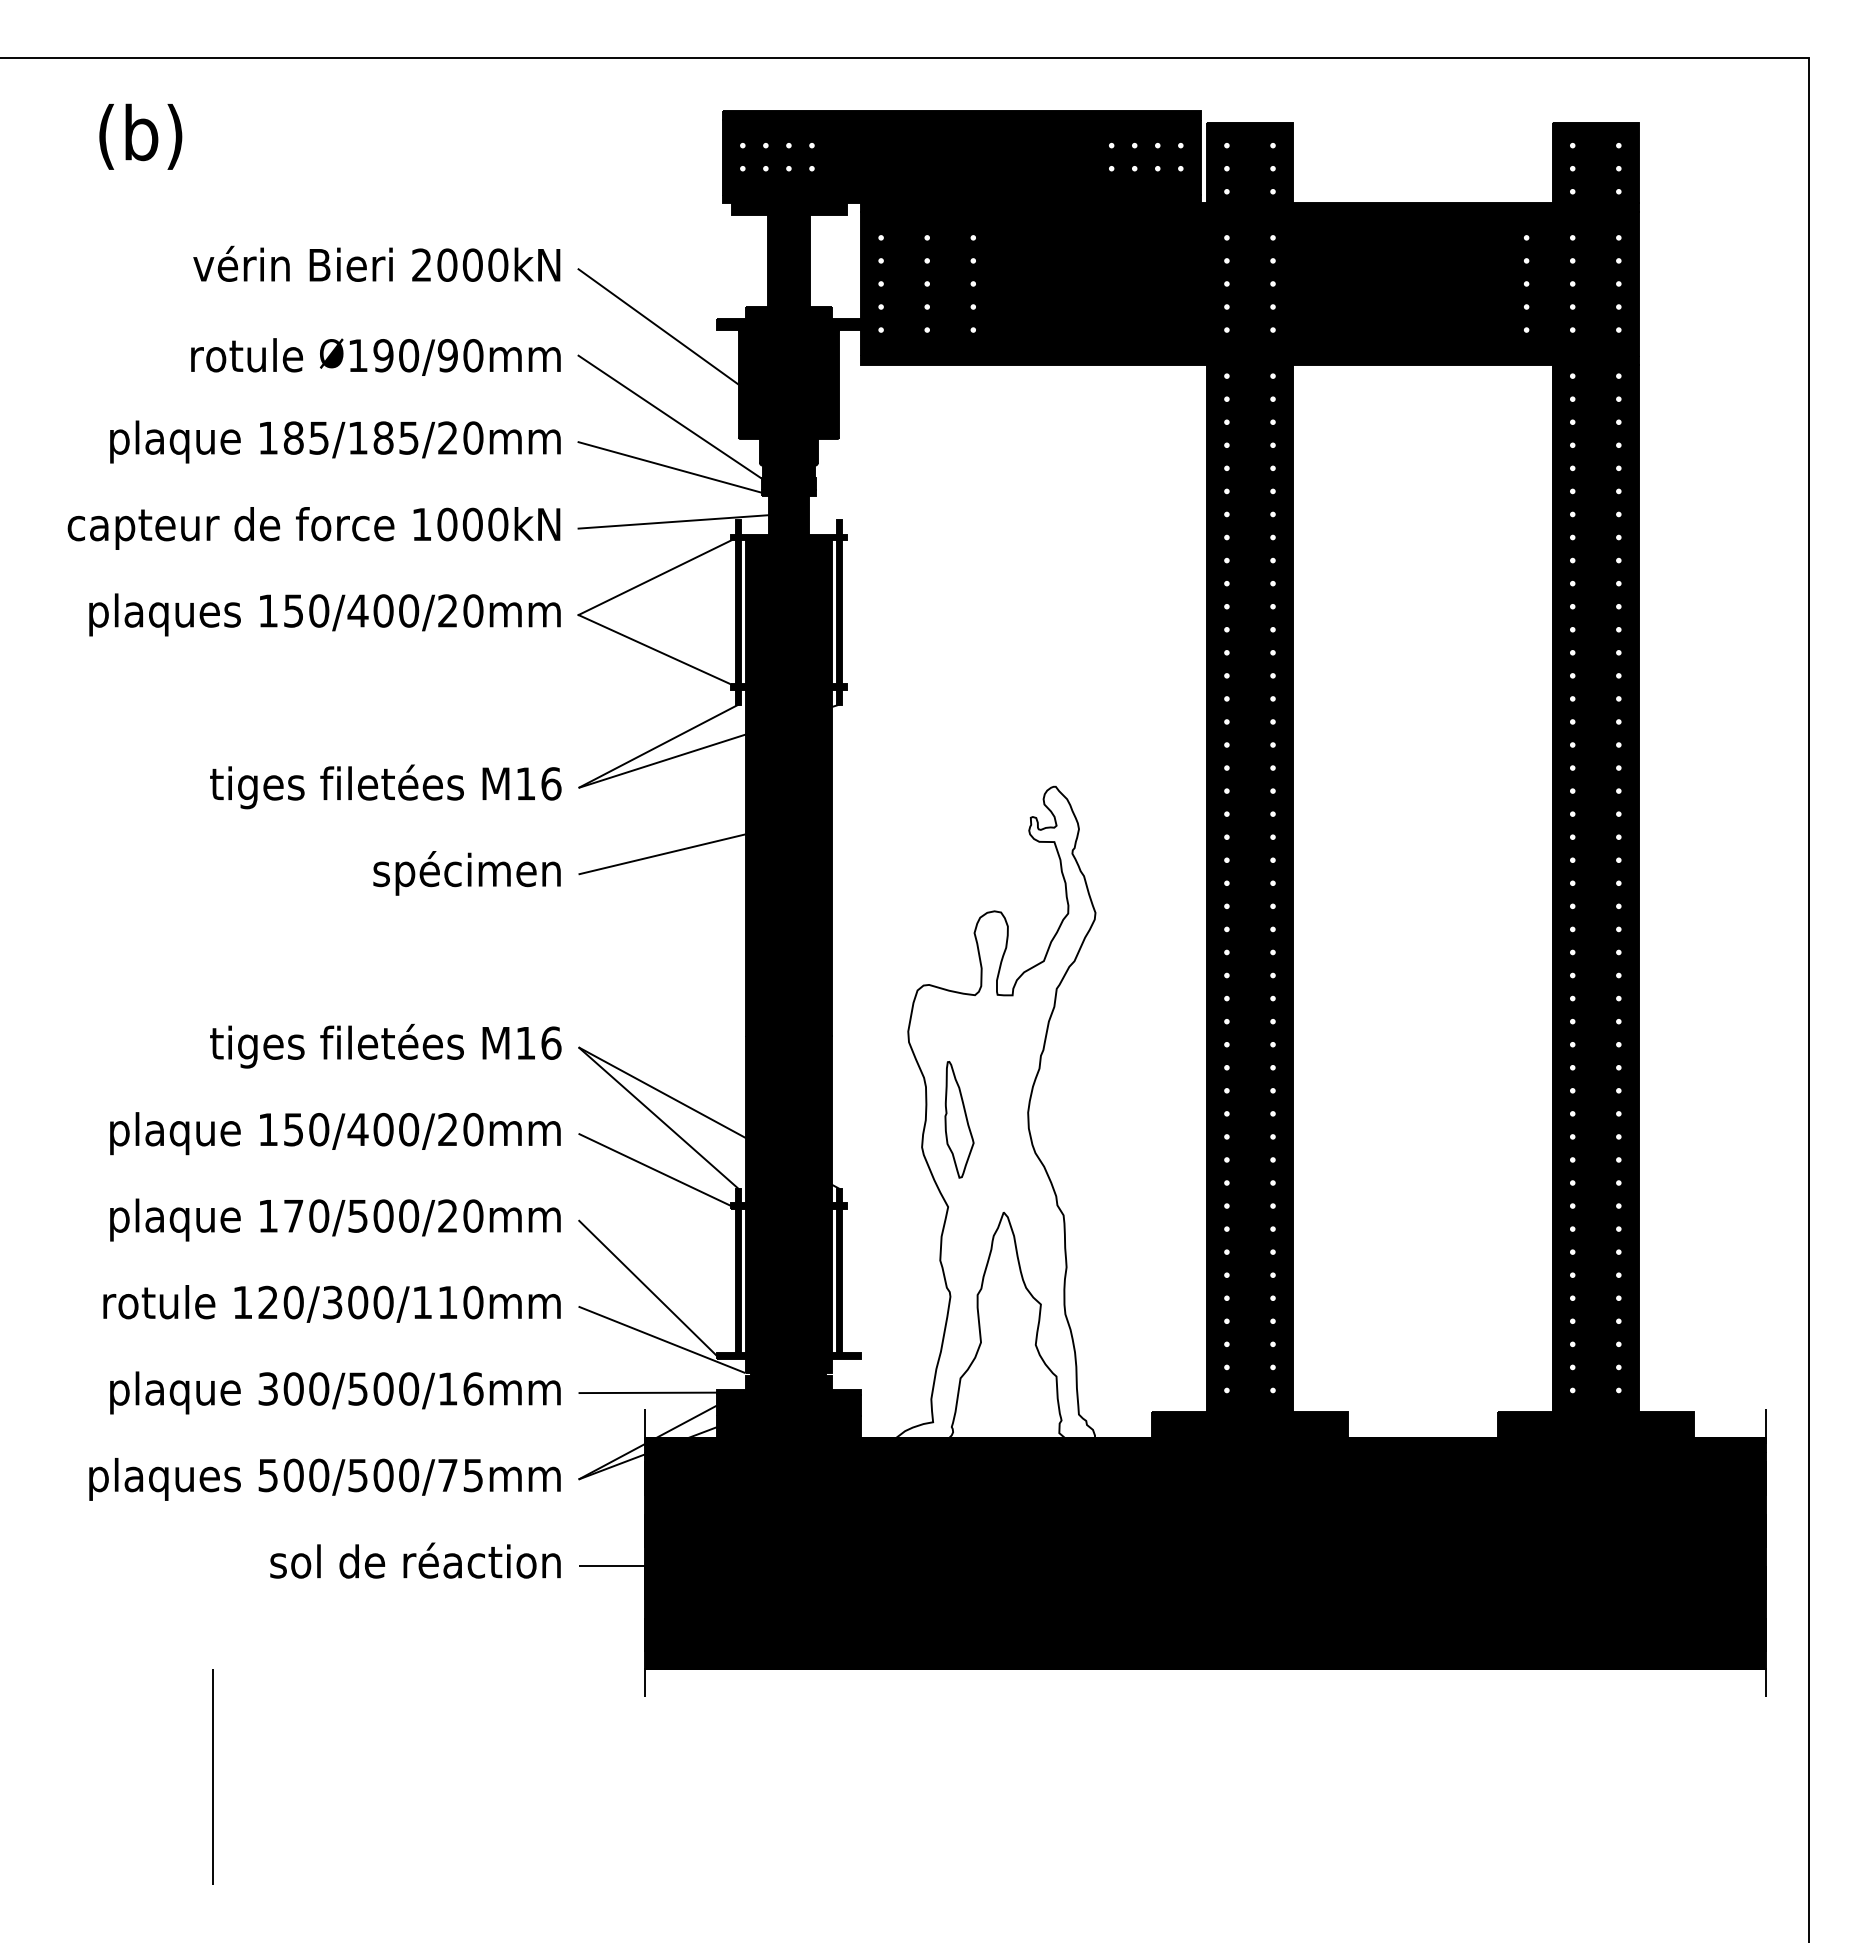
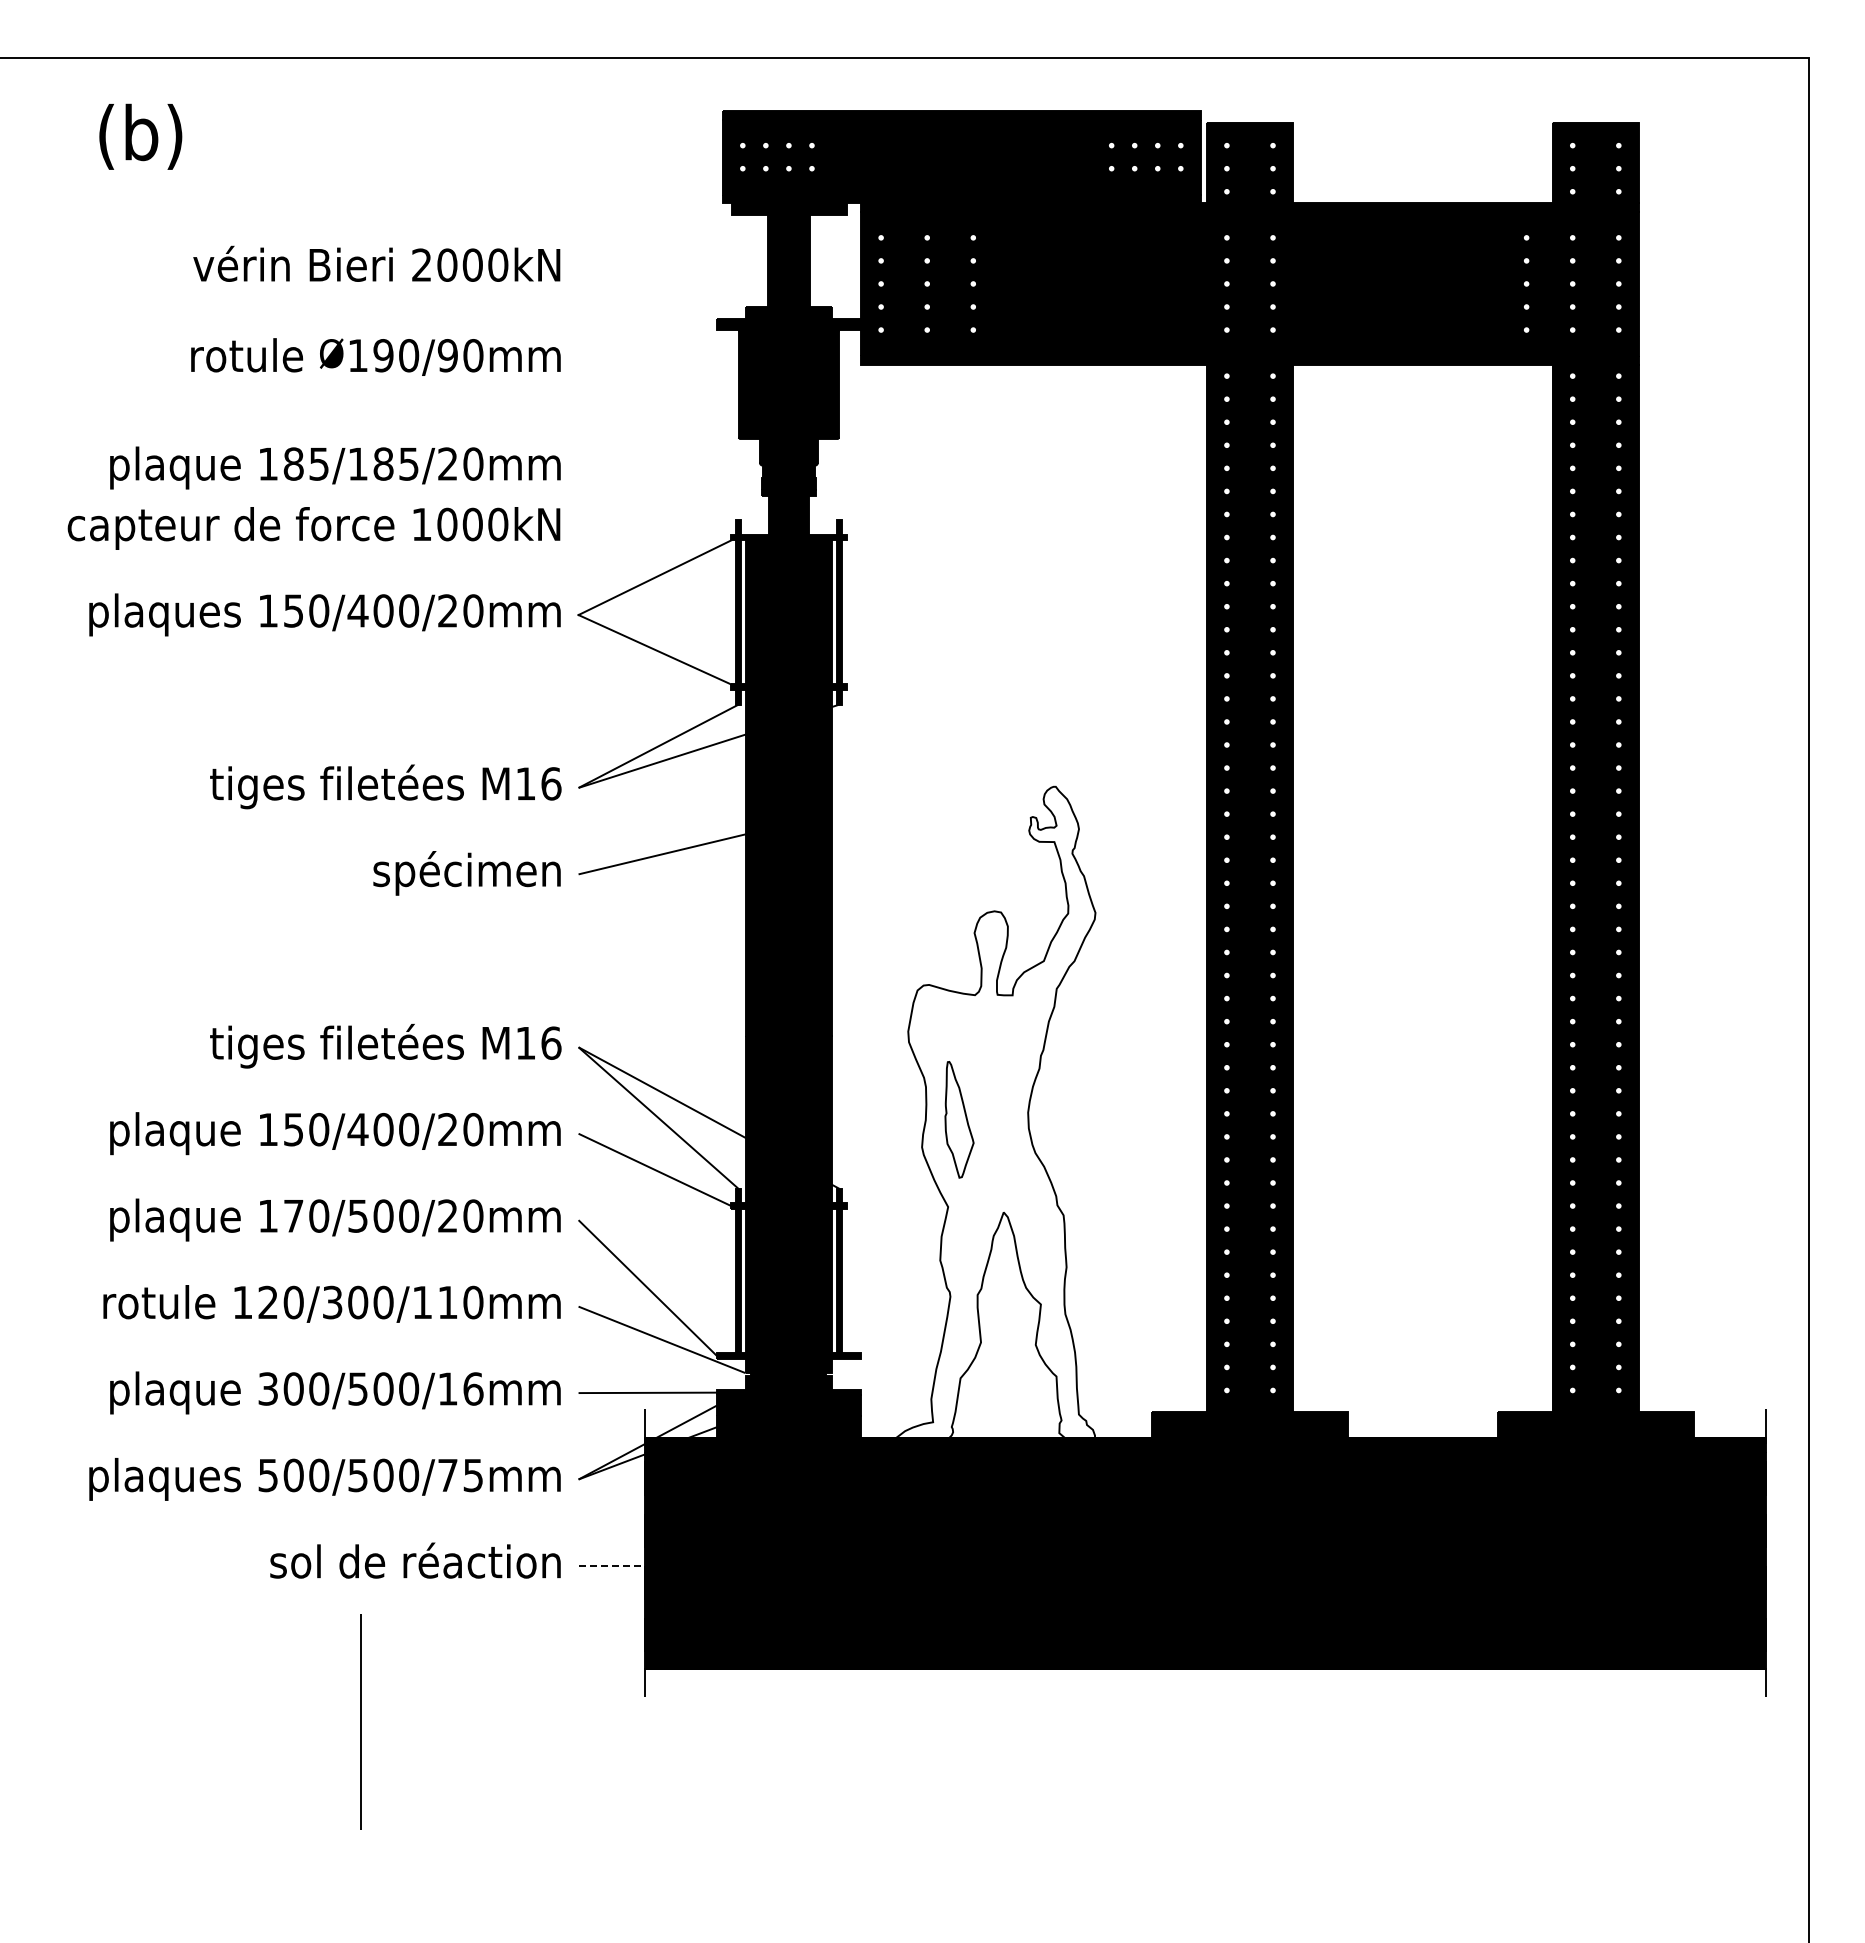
line at (658, 326): present -> none
line at (669, 416): present -> none
text at (335, 441) position: (335, 441) -> (335, 467)
line at (670, 467): present -> none
line at (673, 521): present -> none
line at (612, 1565): solid -> dashed
line at (212, 1776) position: (212, 1776) -> (360, 1721)
